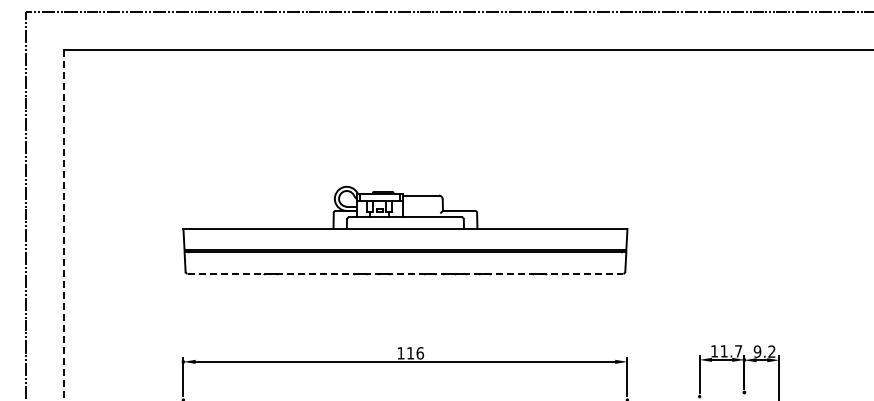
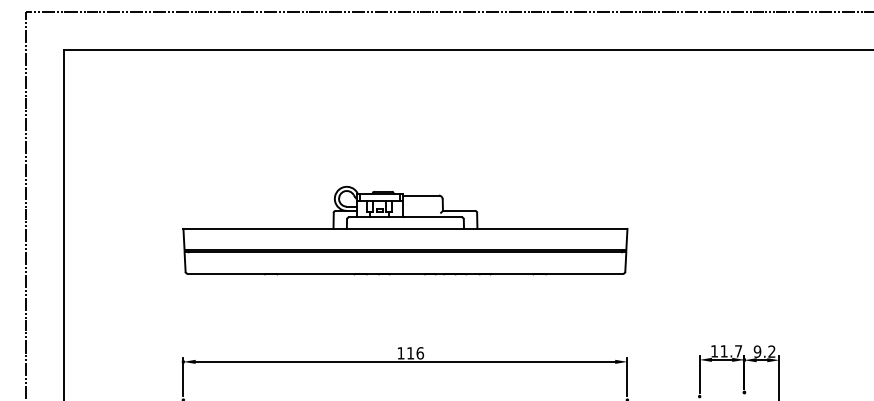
line at (64, 225): dashed -> solid
line at (405, 273): dashed -> solid
